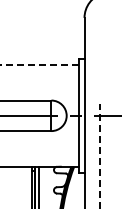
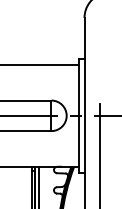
line at (39, 64): dashed -> solid
line at (99, 155): dashed -> solid
